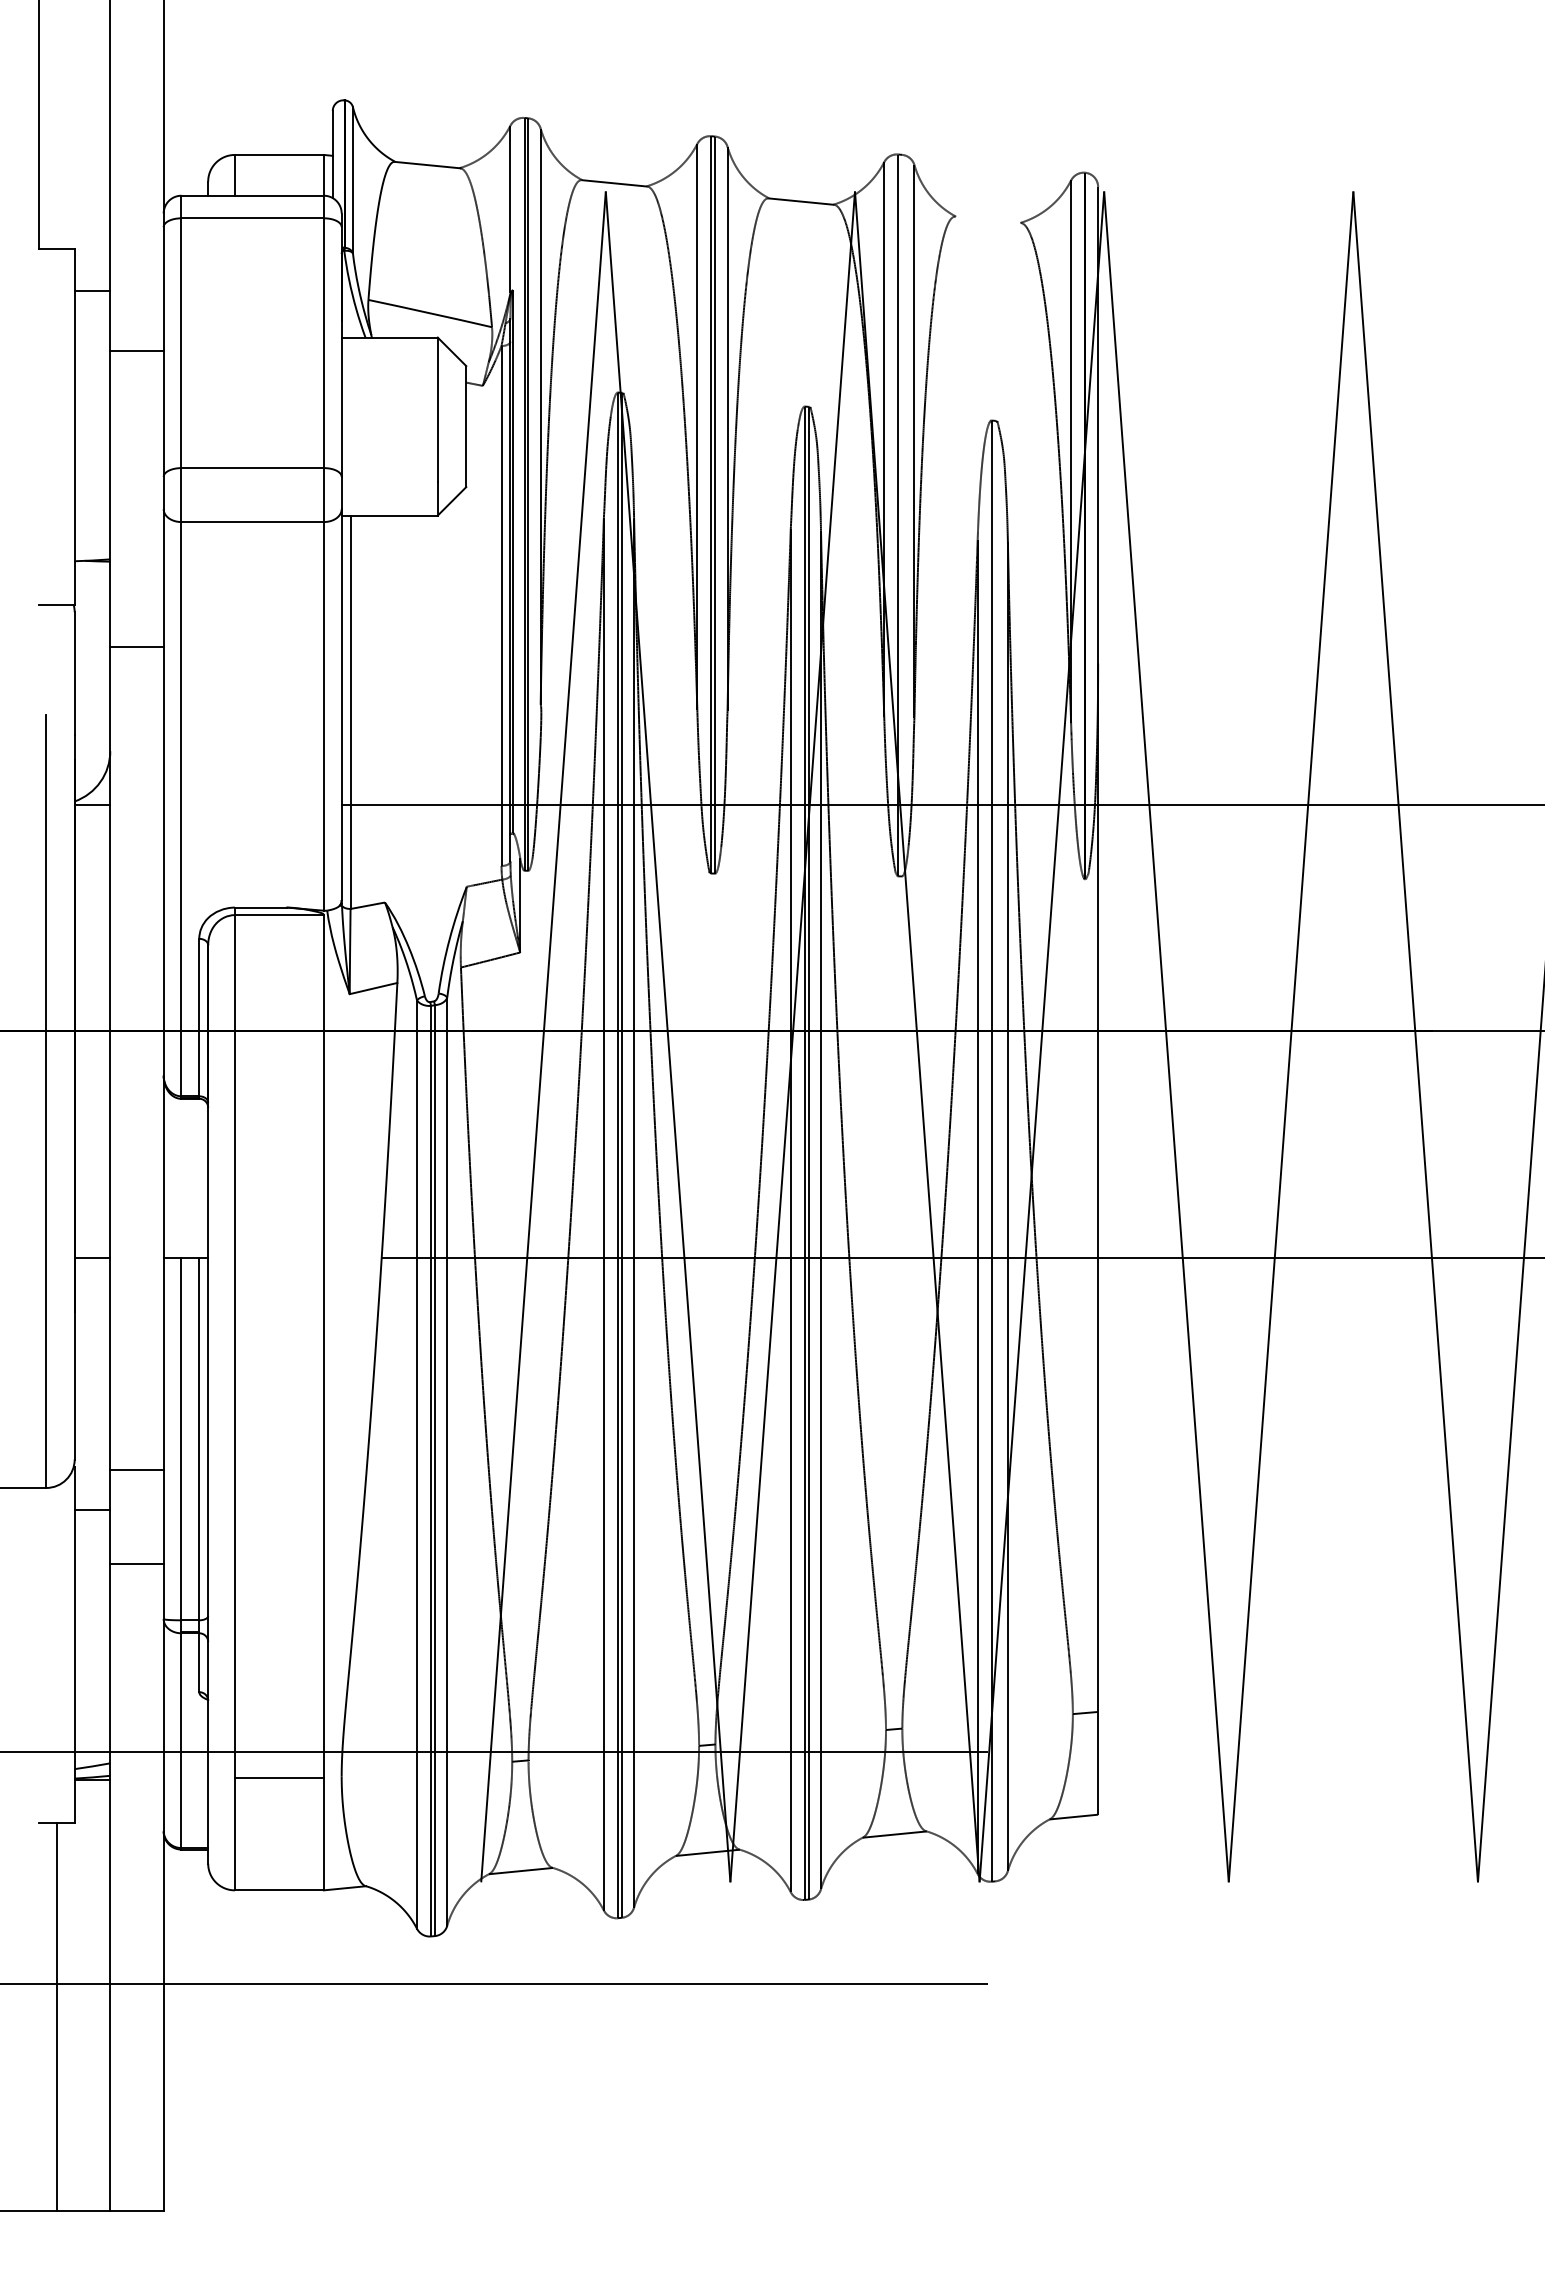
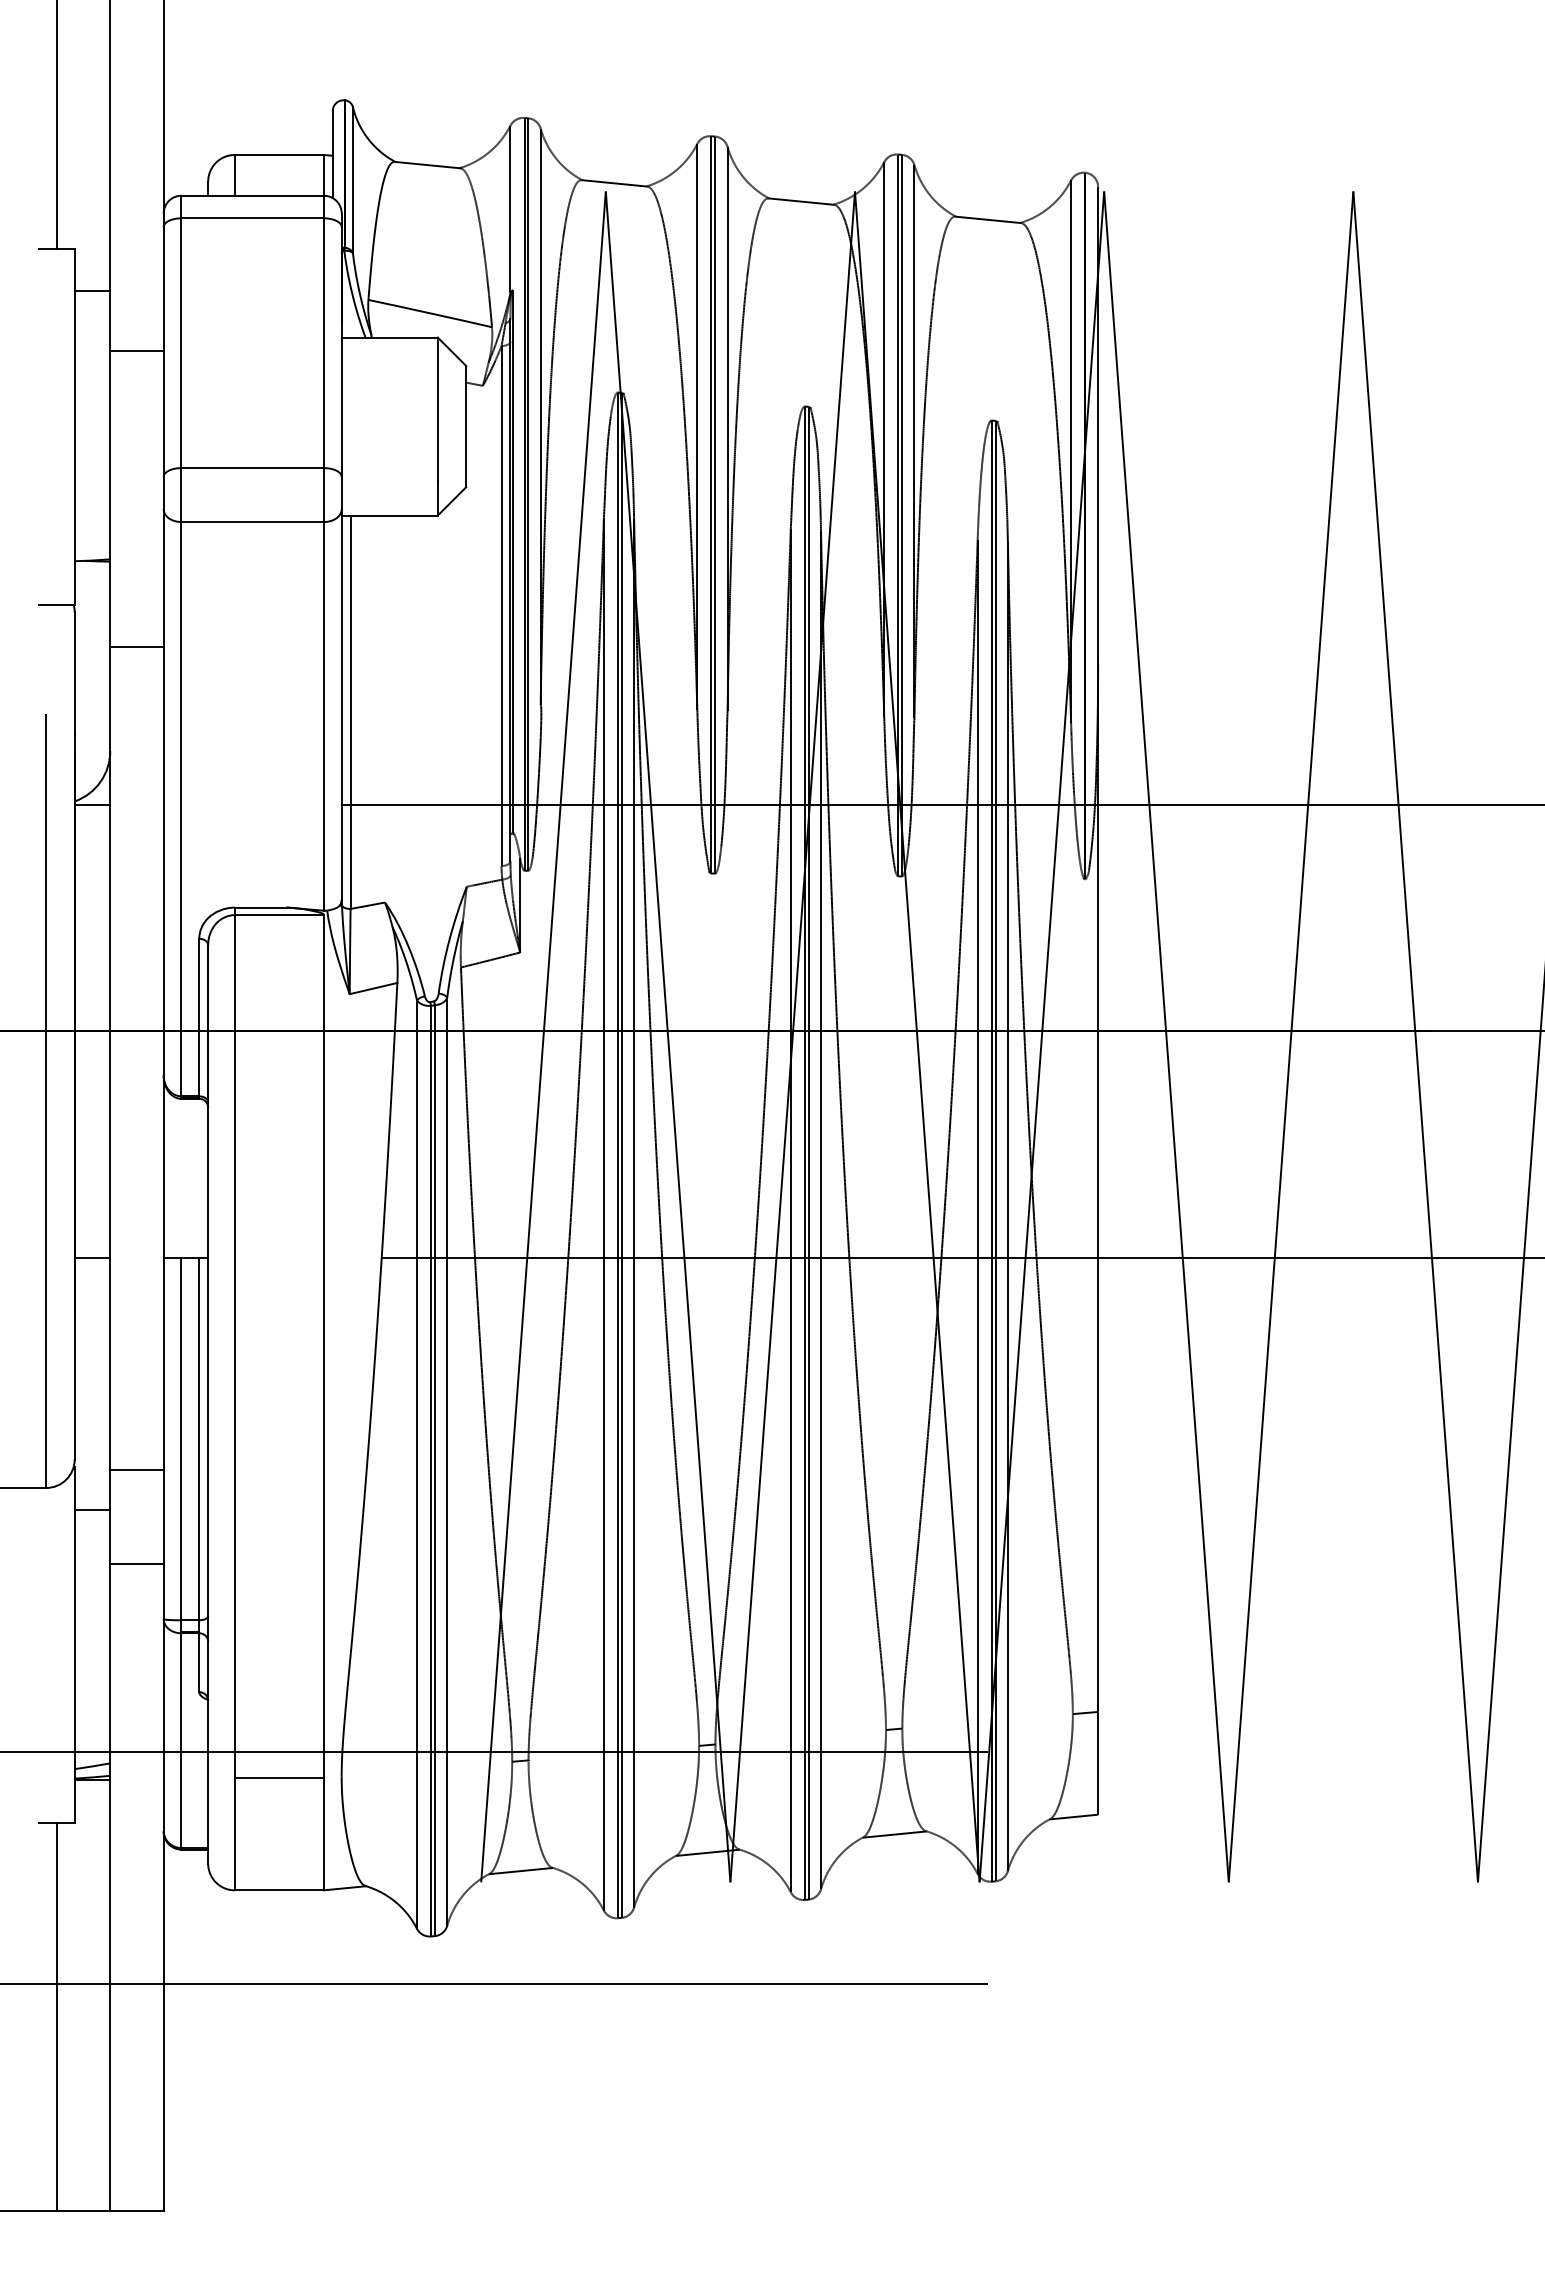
line at (38, 125) position: (38, 125) -> (56, 125)
line at (988, 219): none -> present
line at (902, 515): none -> present
line at (995, 1150): none -> present
